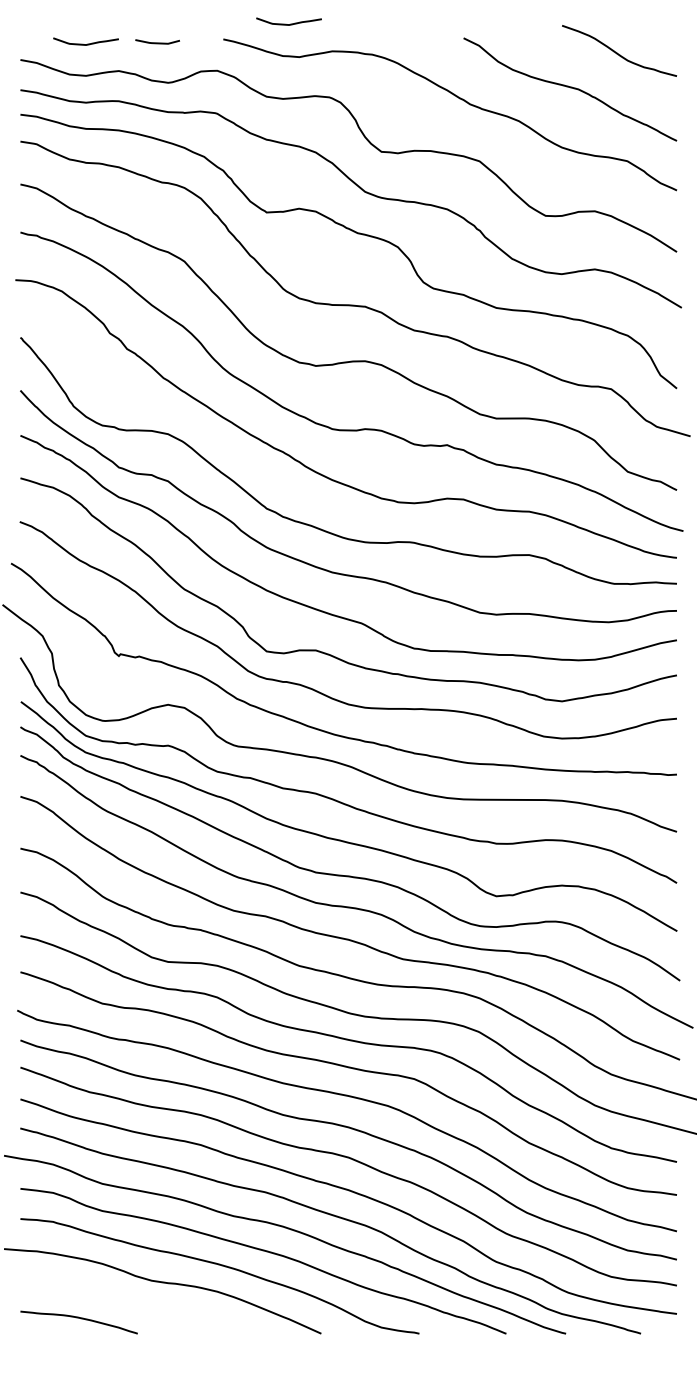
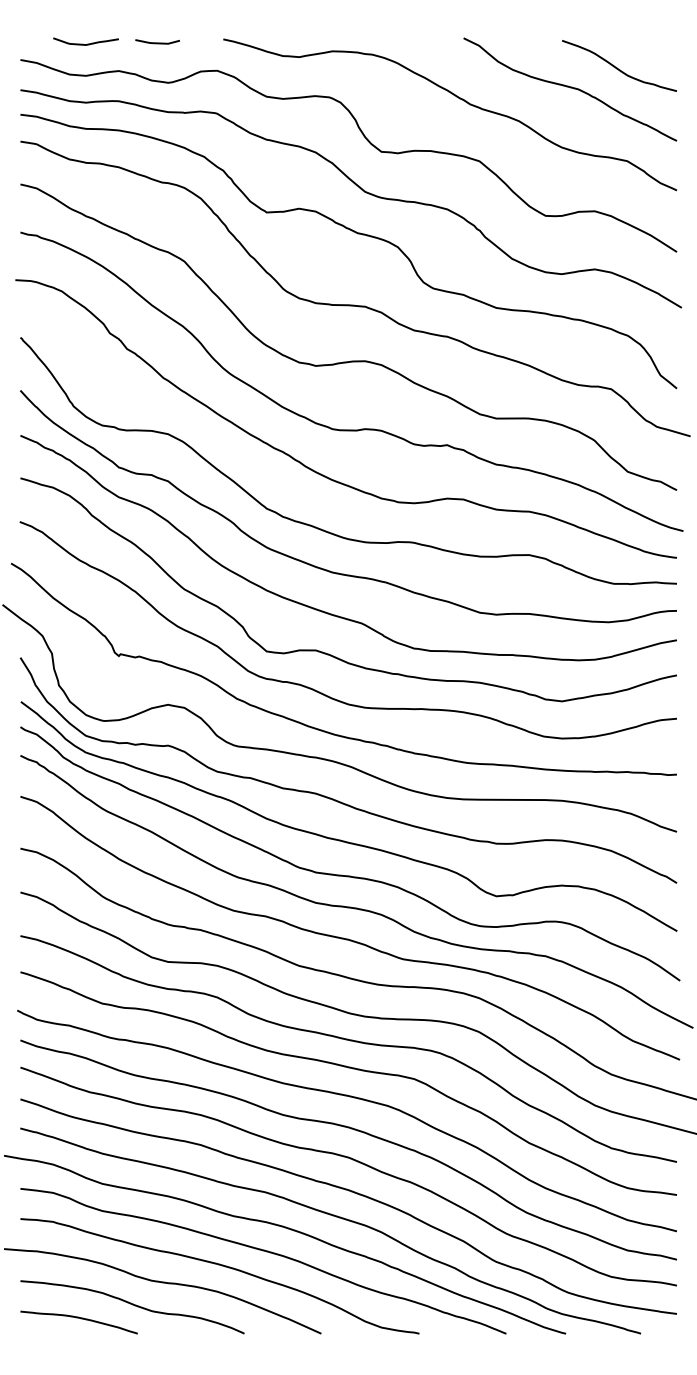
curve at (286, 23): present -> none
curve at (617, 52) position: (617, 52) -> (617, 67)
curve at (132, 1305): none -> present
